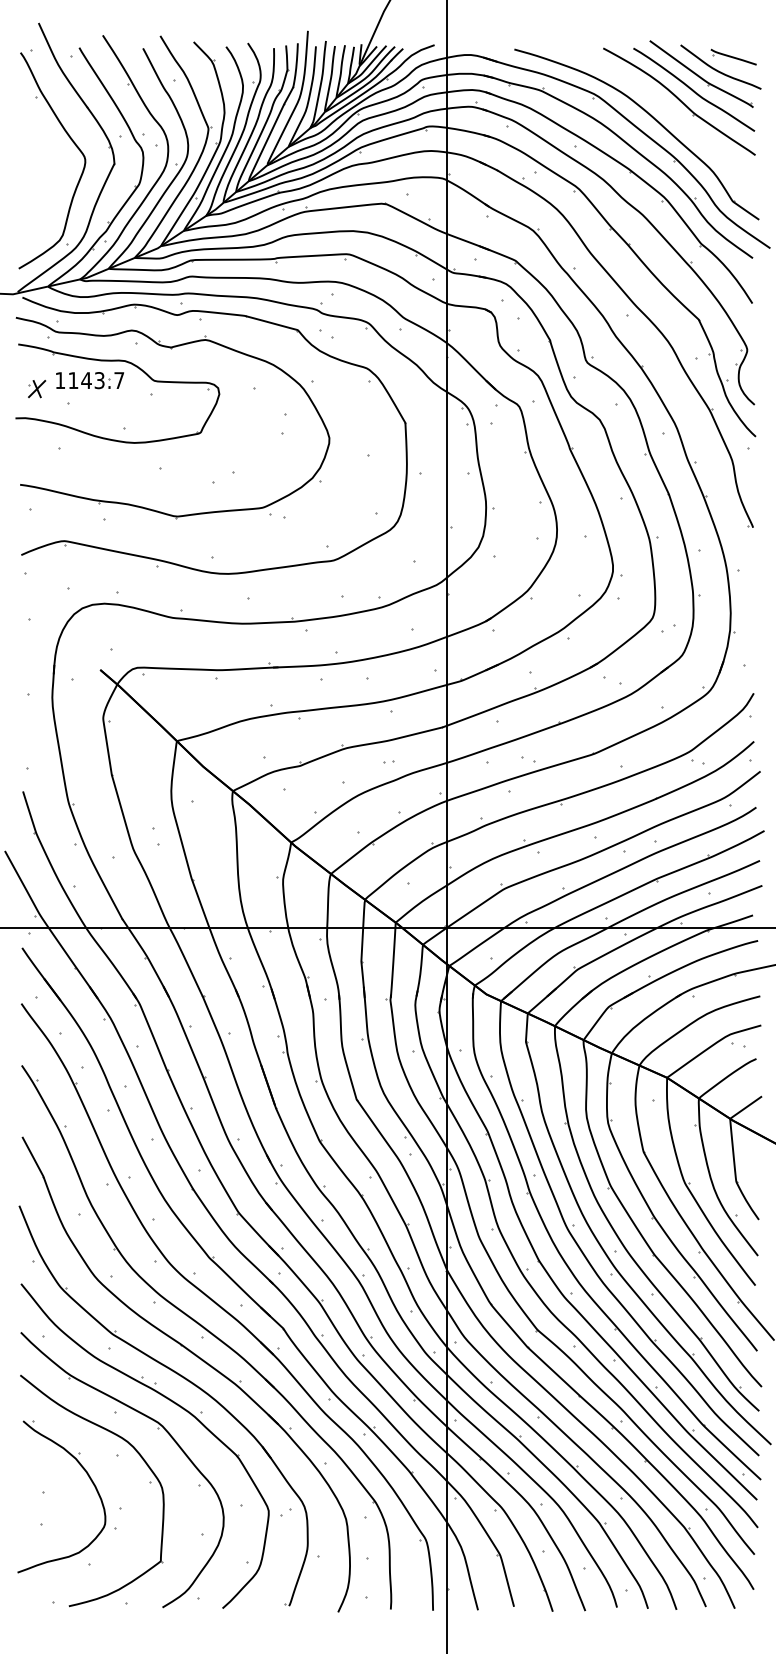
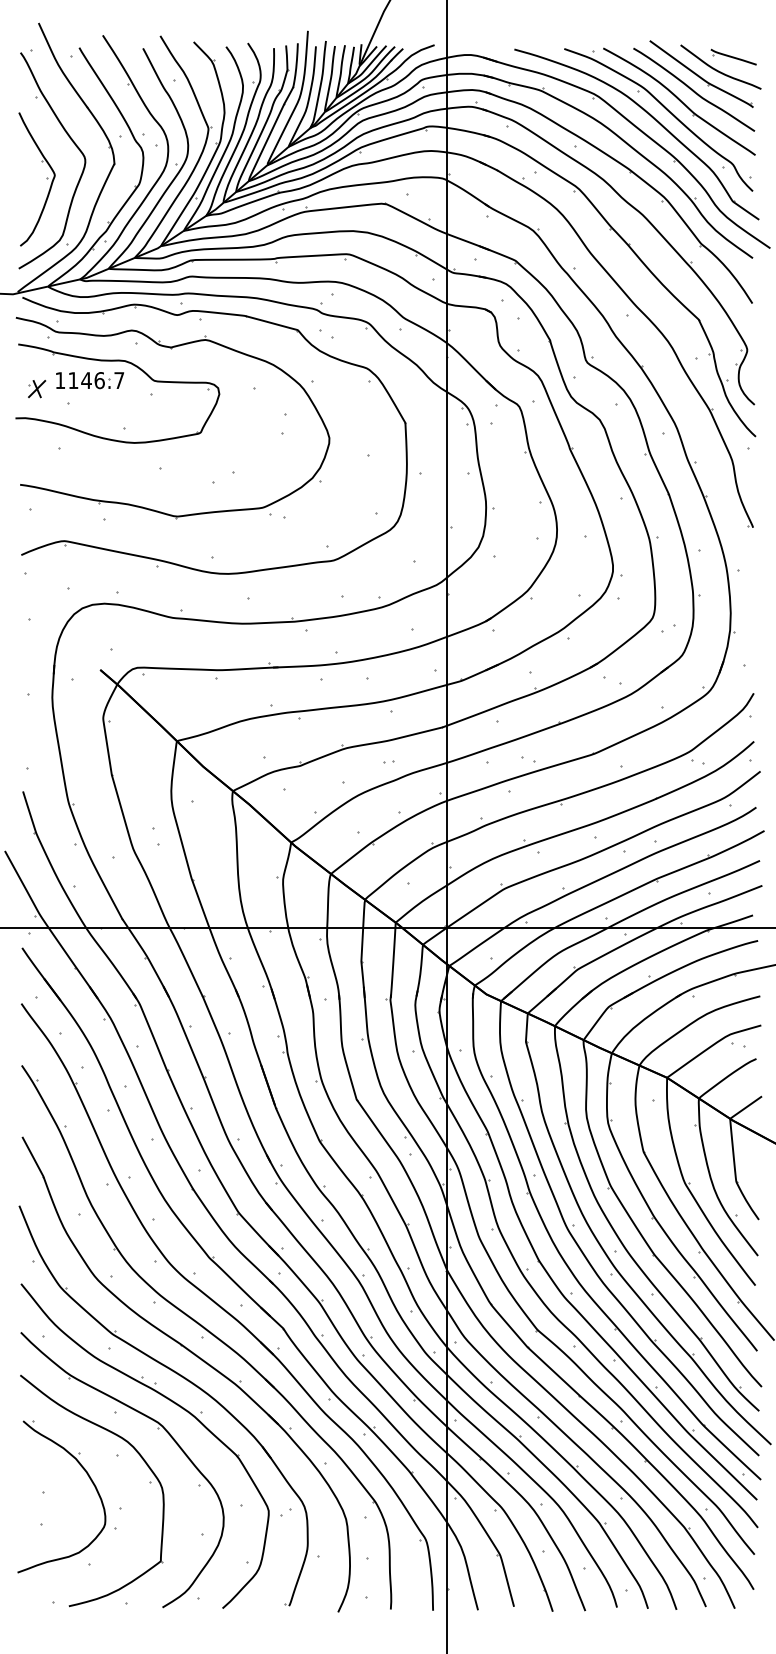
part at (666, 110): none -> present
part at (46, 178): none -> present
text at (99, 380): 1143.7 -> 1146.7
